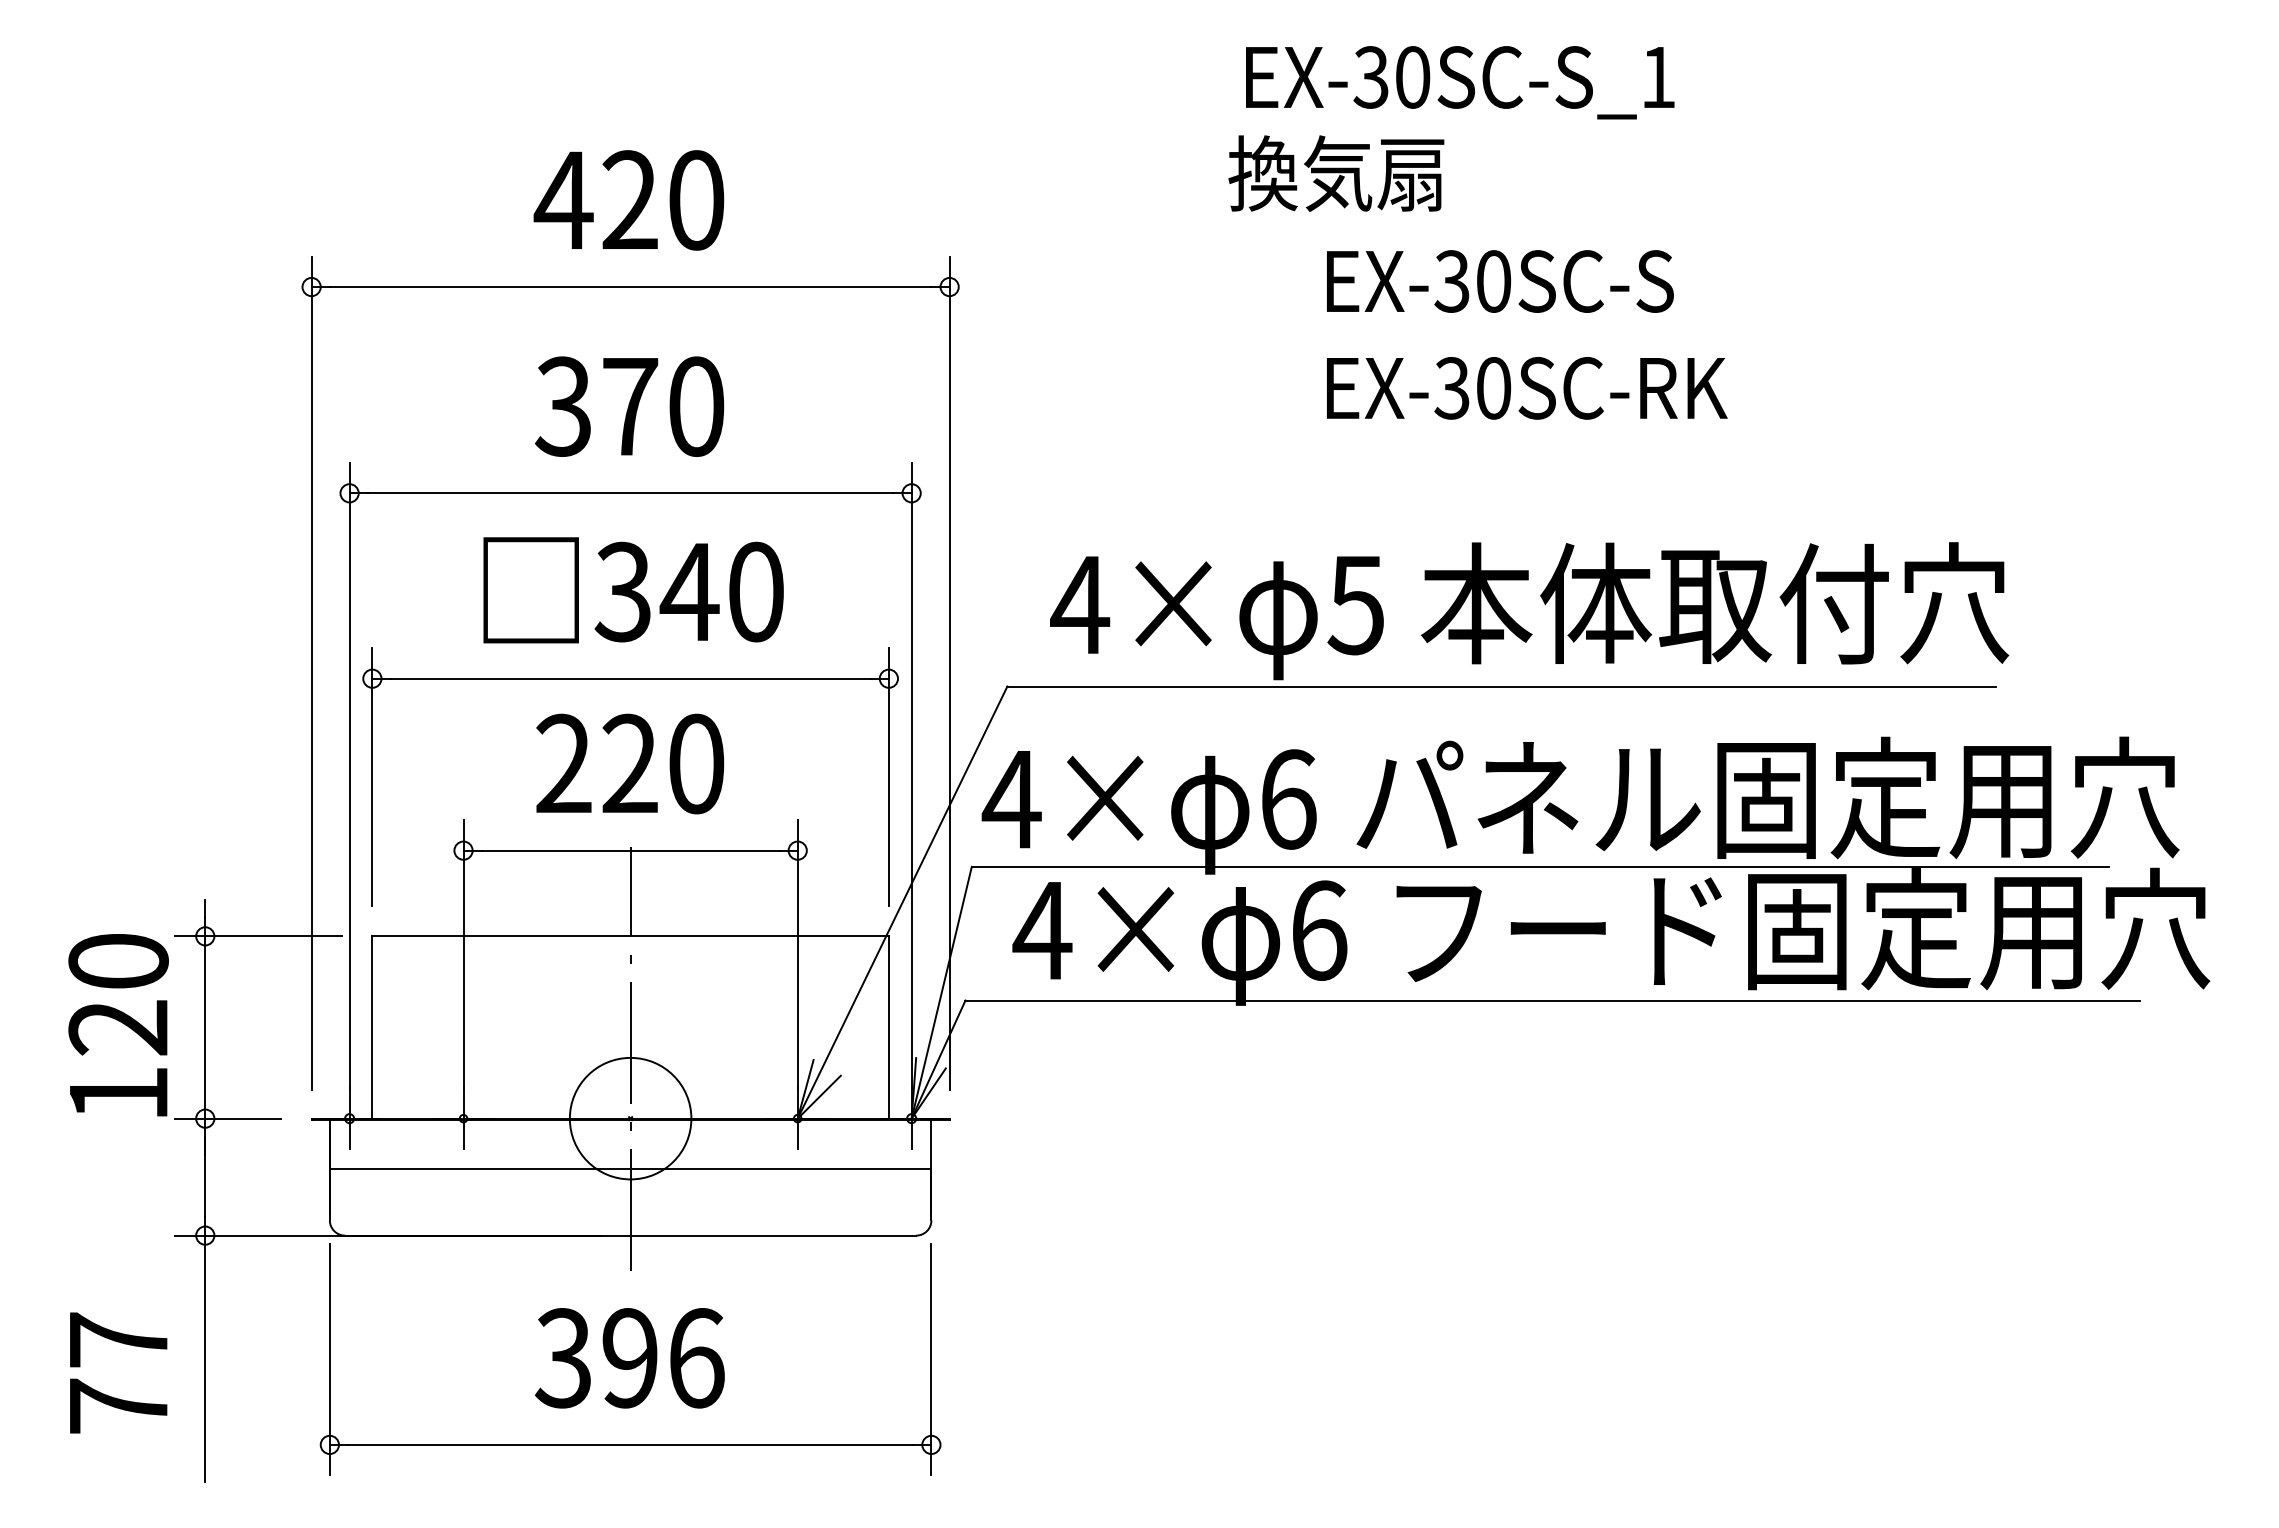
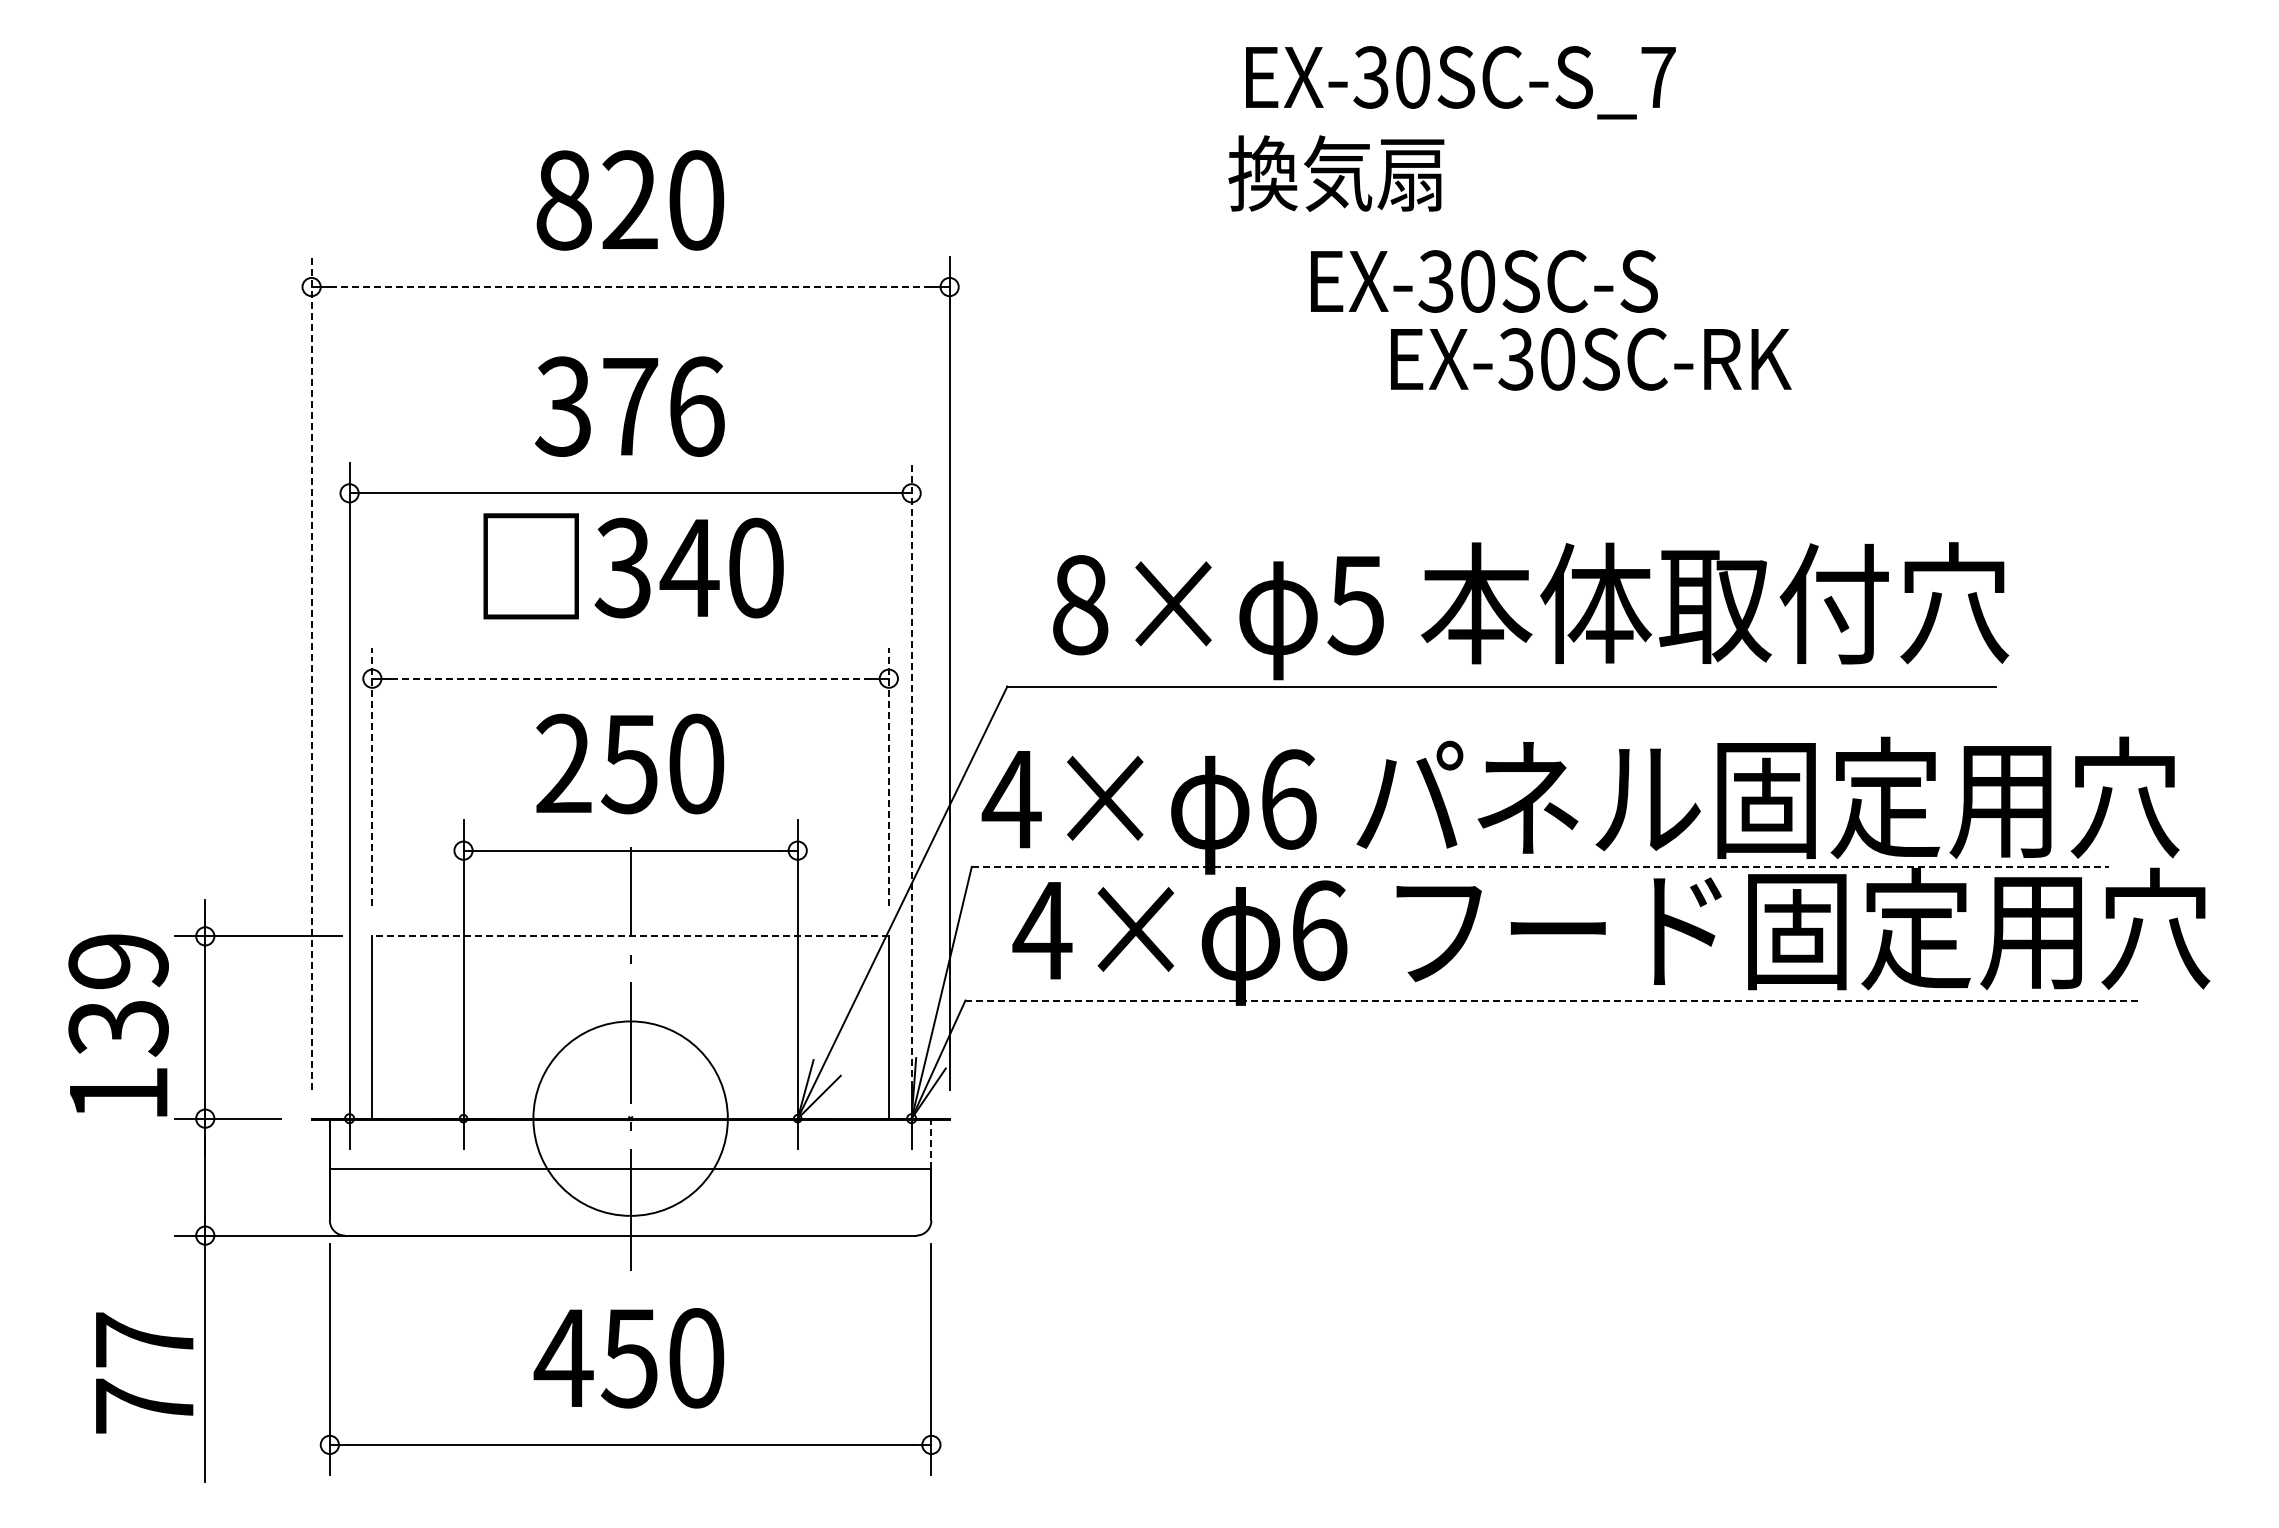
text at (1658, 77): EX-30SC-S_1 -> EX-30SC-S_7
text at (563, 200): 420 -> 820
text at (1500, 281) position: (1500, 281) -> (1484, 281)
line at (630, 287): solid -> dashed
text at (1527, 388) position: (1527, 388) -> (1591, 359)
text at (696, 406): 370 -> 376
text at (633, 590) position: (633, 590) -> (633, 566)
text at (1080, 605): 4× -> 8×
line at (311, 673): solid -> dashed
line at (631, 678): solid -> dashed
text at (629, 763): 220 -> 250
line at (911, 775): solid -> dashed
line at (372, 777): solid -> dashed
line at (888, 777): solid -> dashed
line at (1540, 866): solid -> dashed
line at (630, 936): solid -> dashed
text at (118, 995): 120 -> 139
line at (1553, 1000): solid -> dashed
circle at (630, 1118) diameter: 122 px -> 194 px
line at (931, 1143): solid -> dashed
text at (628, 1358): 396 -> 450
text at (118, 1372) position: (118, 1372) -> (144, 1372)
